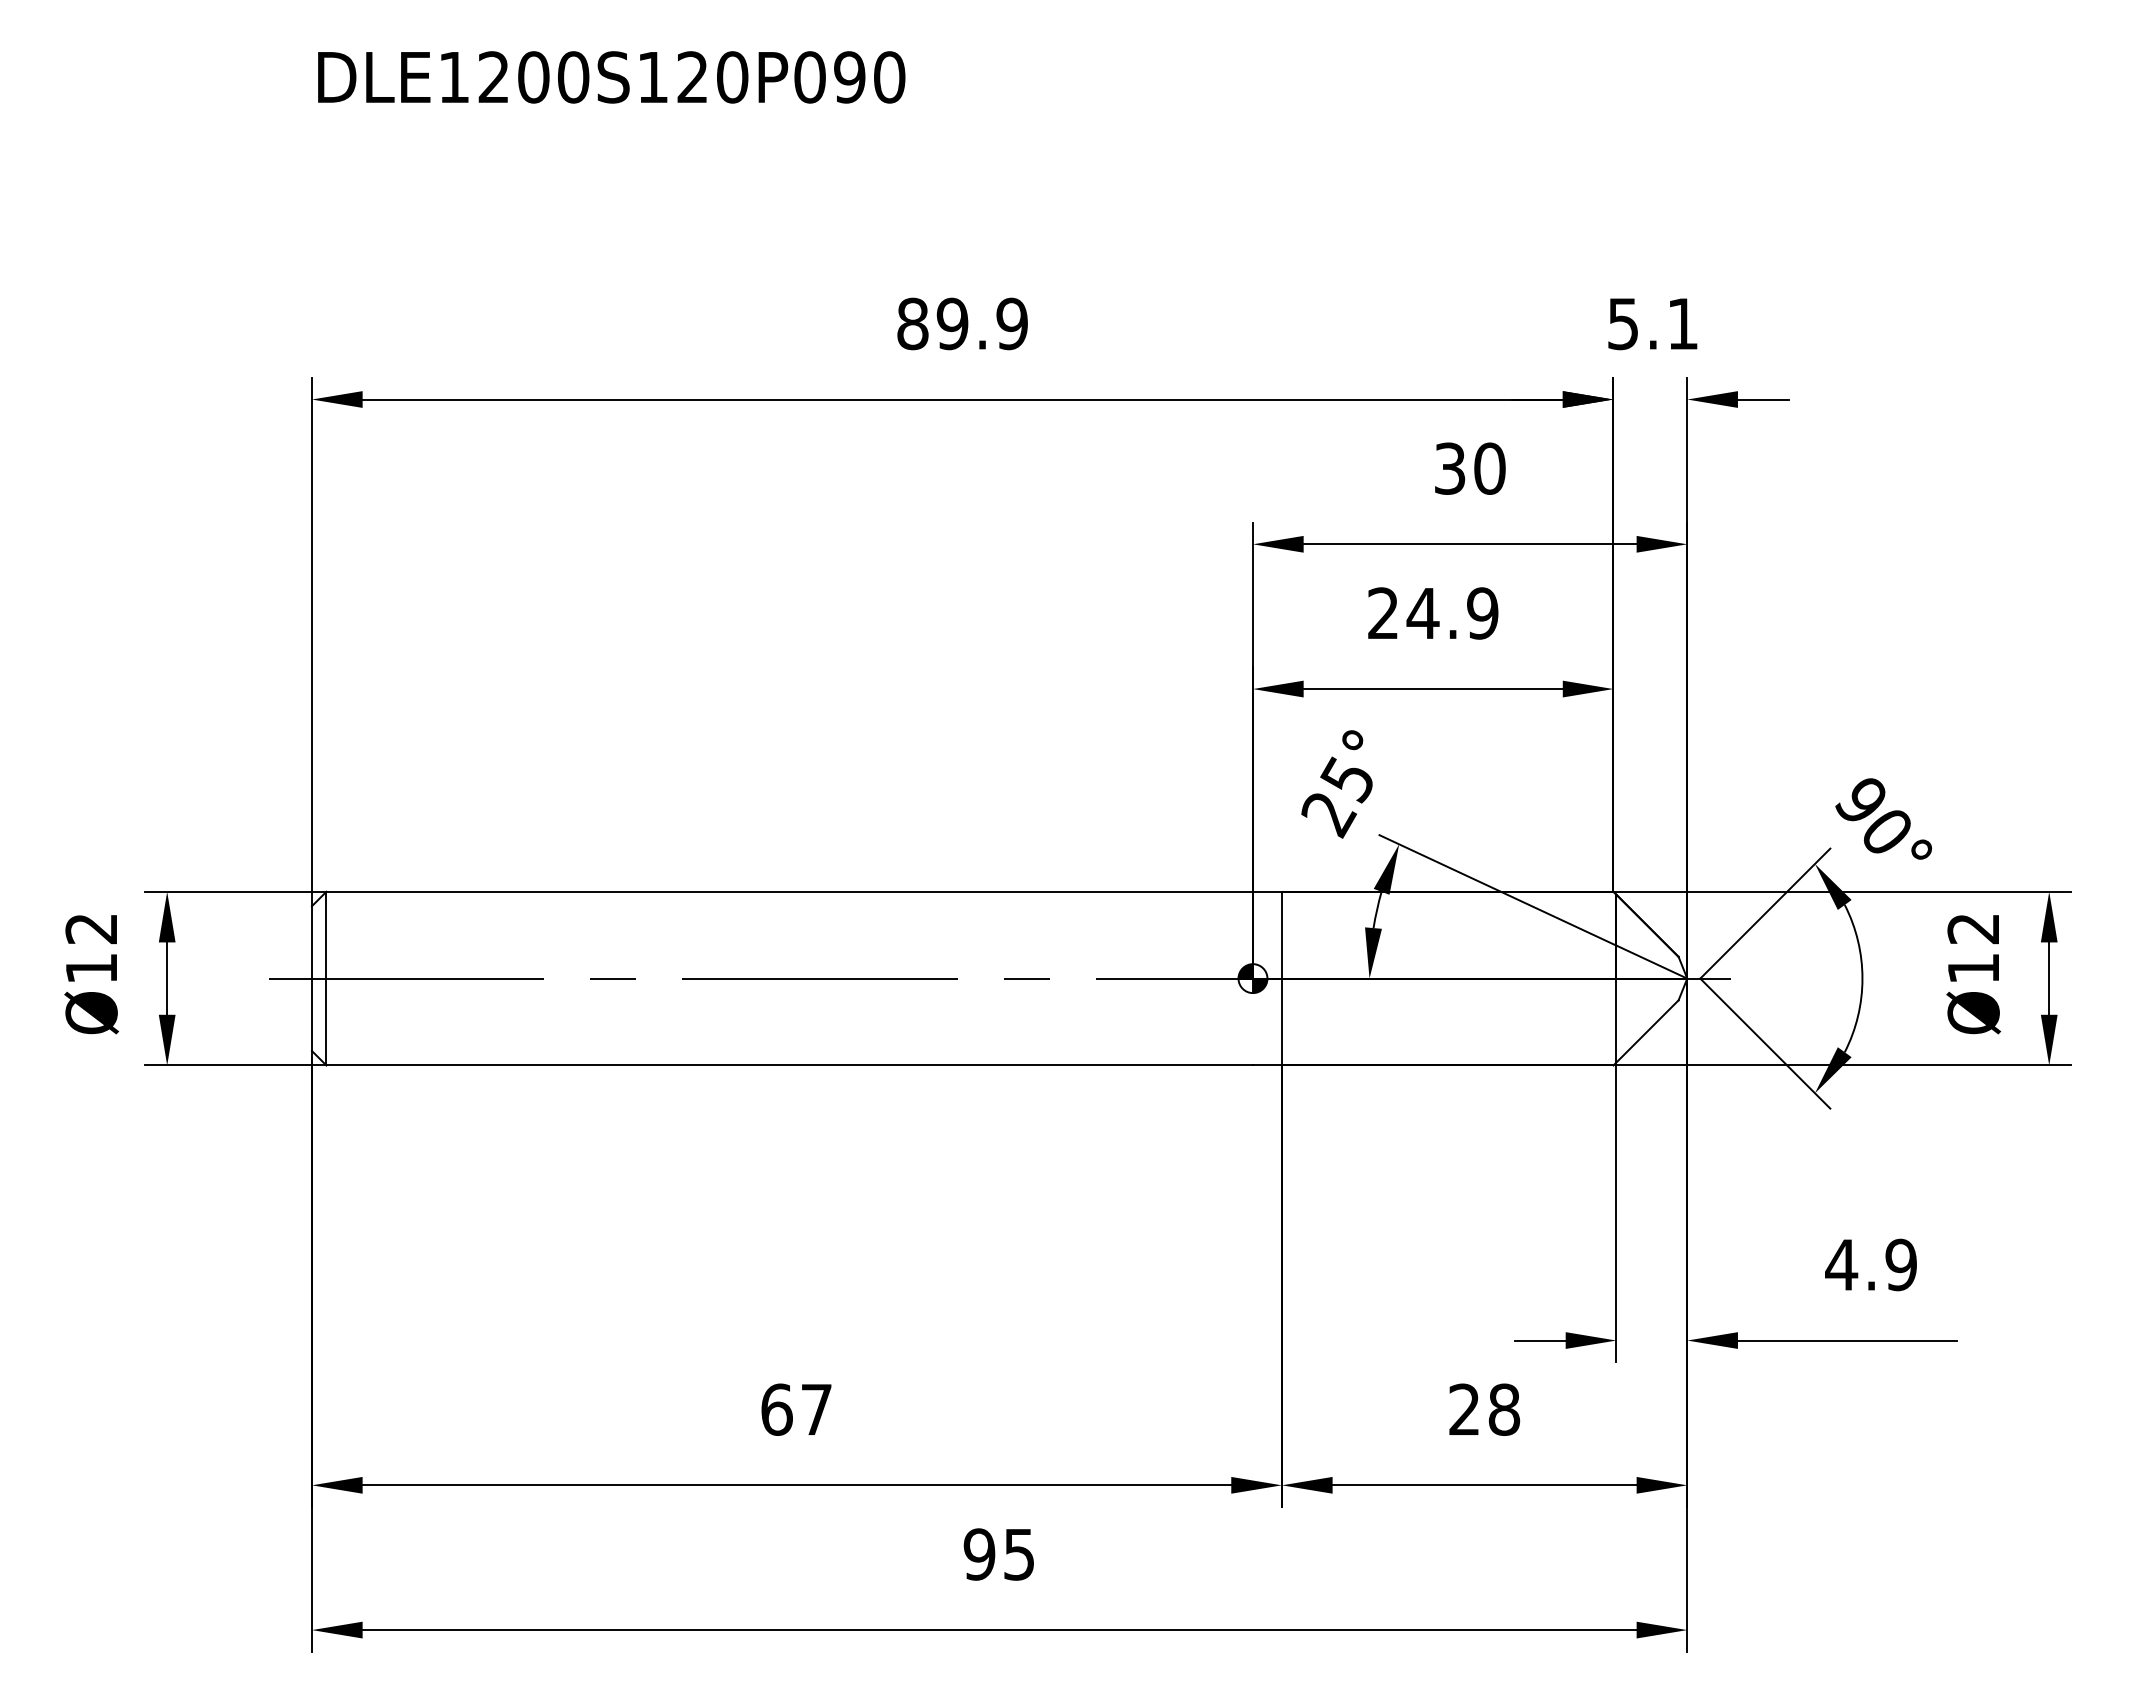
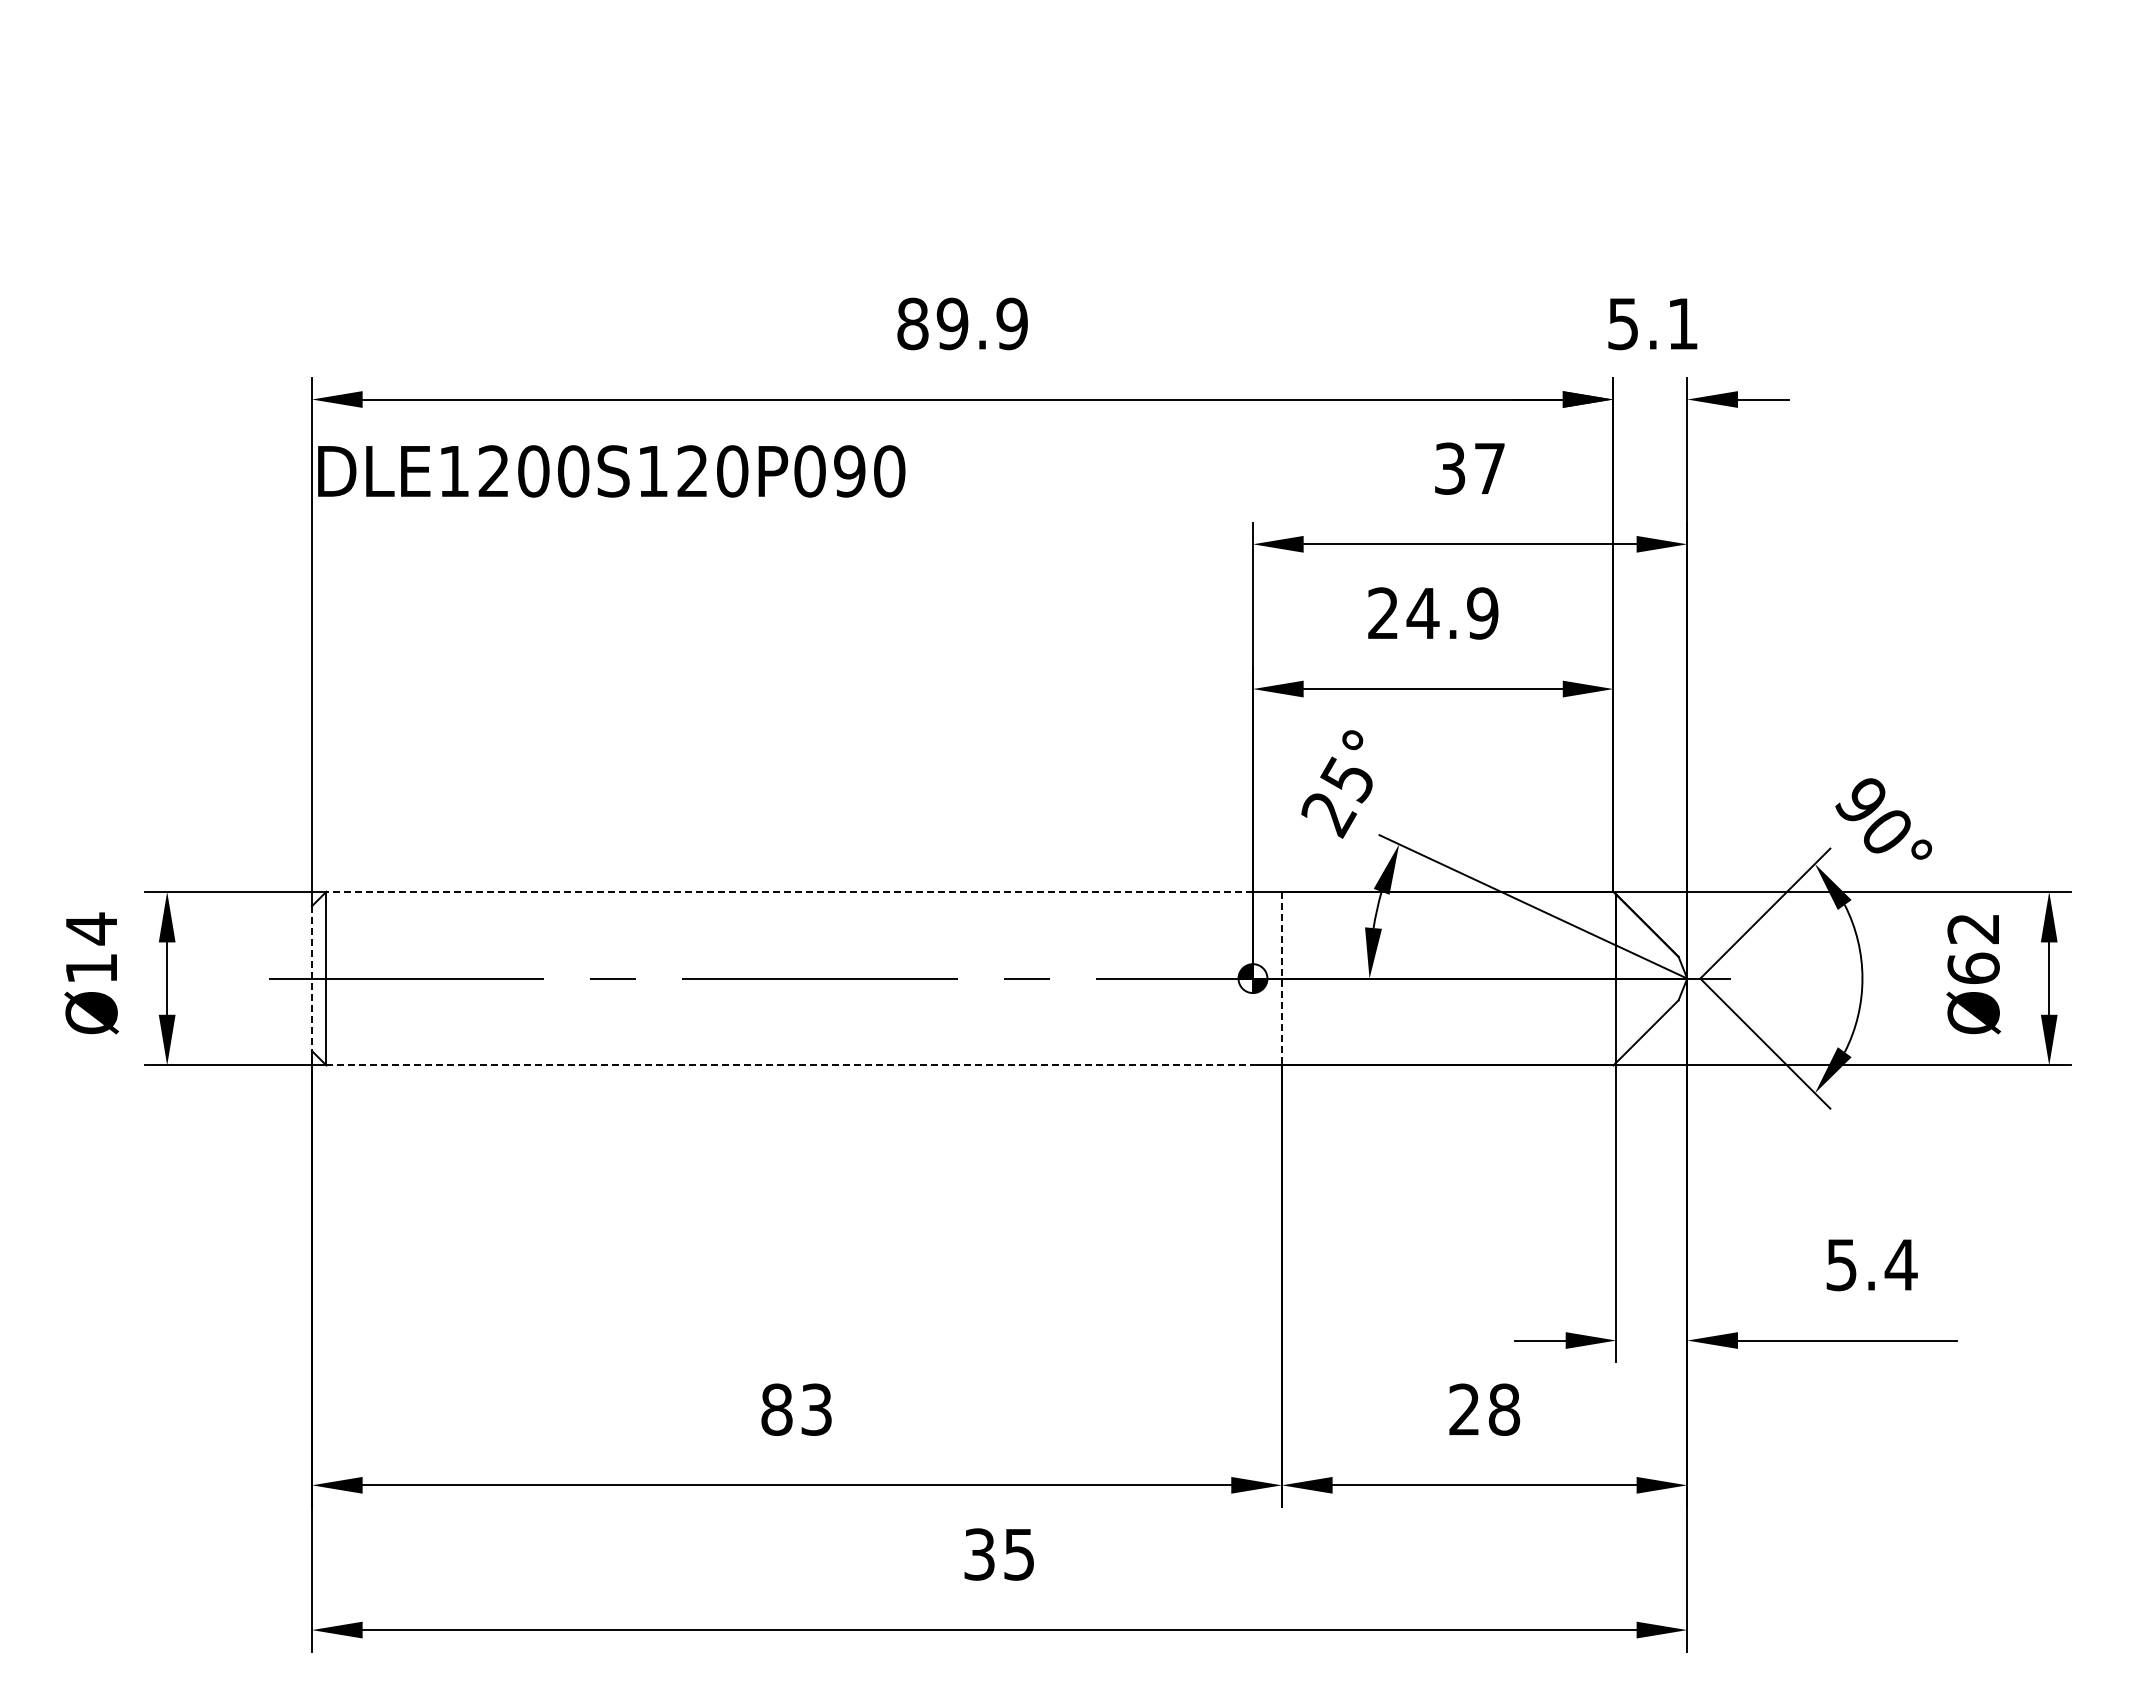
text at (611, 77) position: (611, 77) -> (611, 471)
text at (1489, 468): 30 -> 37
line at (789, 891): solid -> dashed
text at (90, 928): Ø12 -> Ø14
text at (1973, 967): Ø12 -> Ø62
line at (1281, 978): solid -> dashed
line at (311, 979): solid -> dashed
line at (790, 1065): solid -> dashed
text at (1871, 1264): 4.9 -> 5.4
text at (796, 1409): 67 -> 83
text at (979, 1554): 95 -> 35
